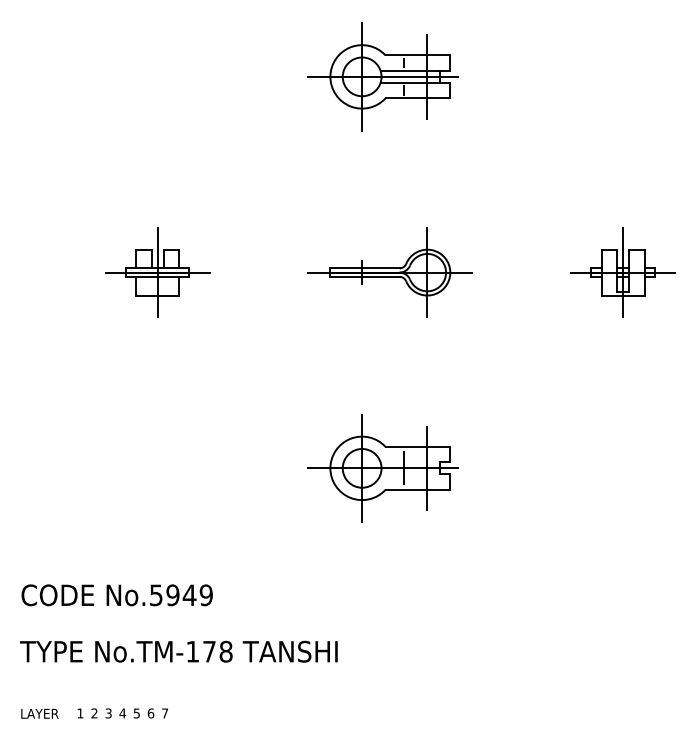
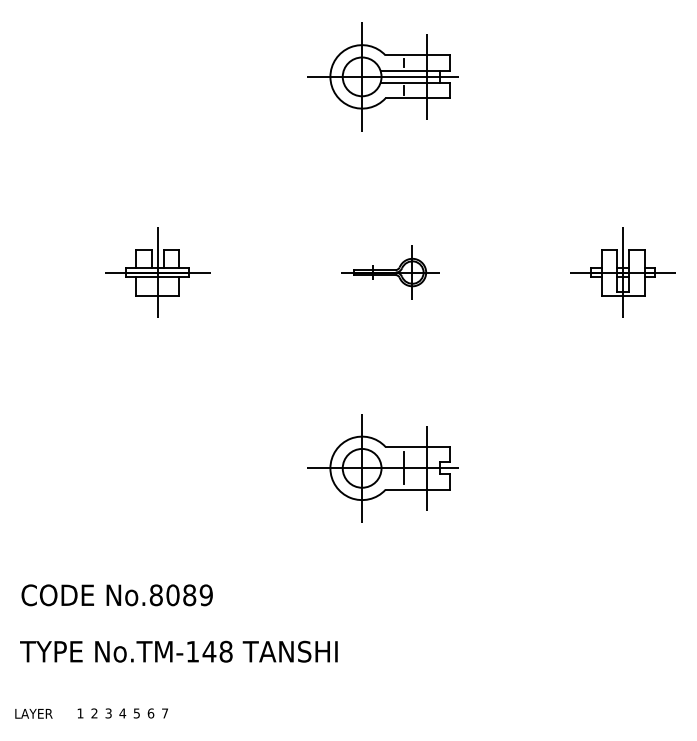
part at (389, 272) size: 166x91 px -> 99x55 px
text at (172, 595): No.5949 -> No.8089
text at (209, 651): No.TM-178 -> No.TM-148
text at (39, 713) position: (39, 713) -> (33, 713)
